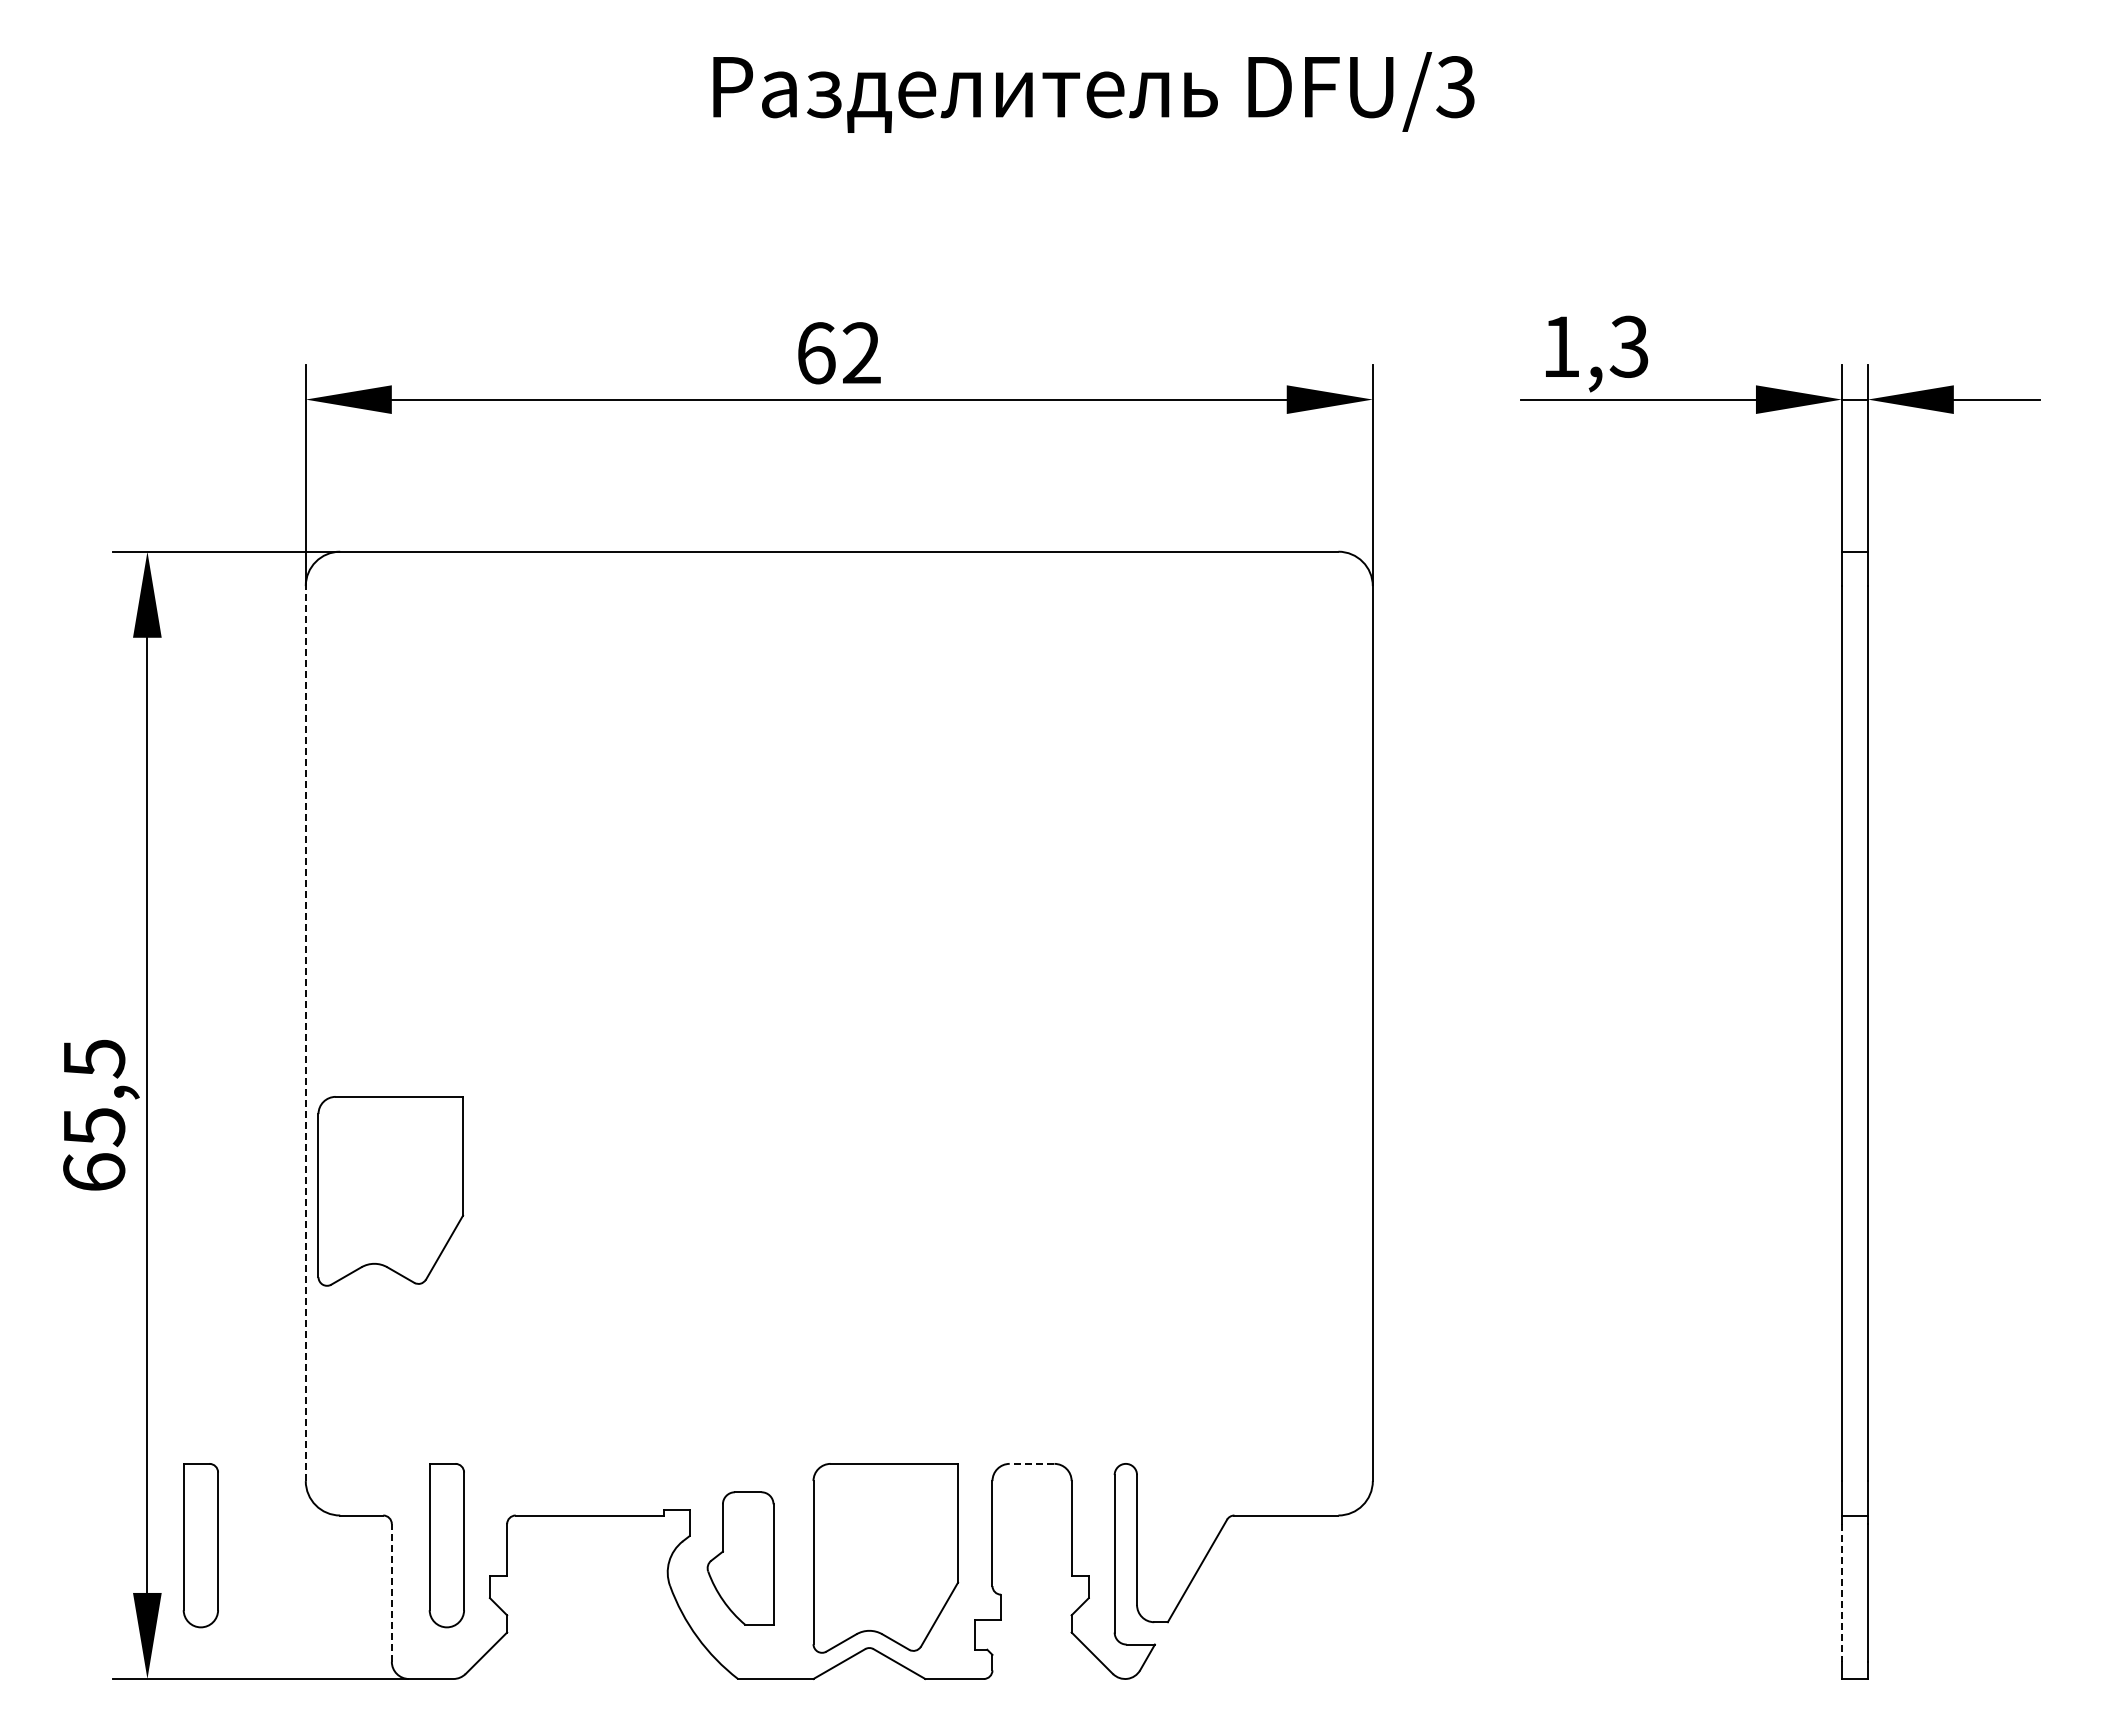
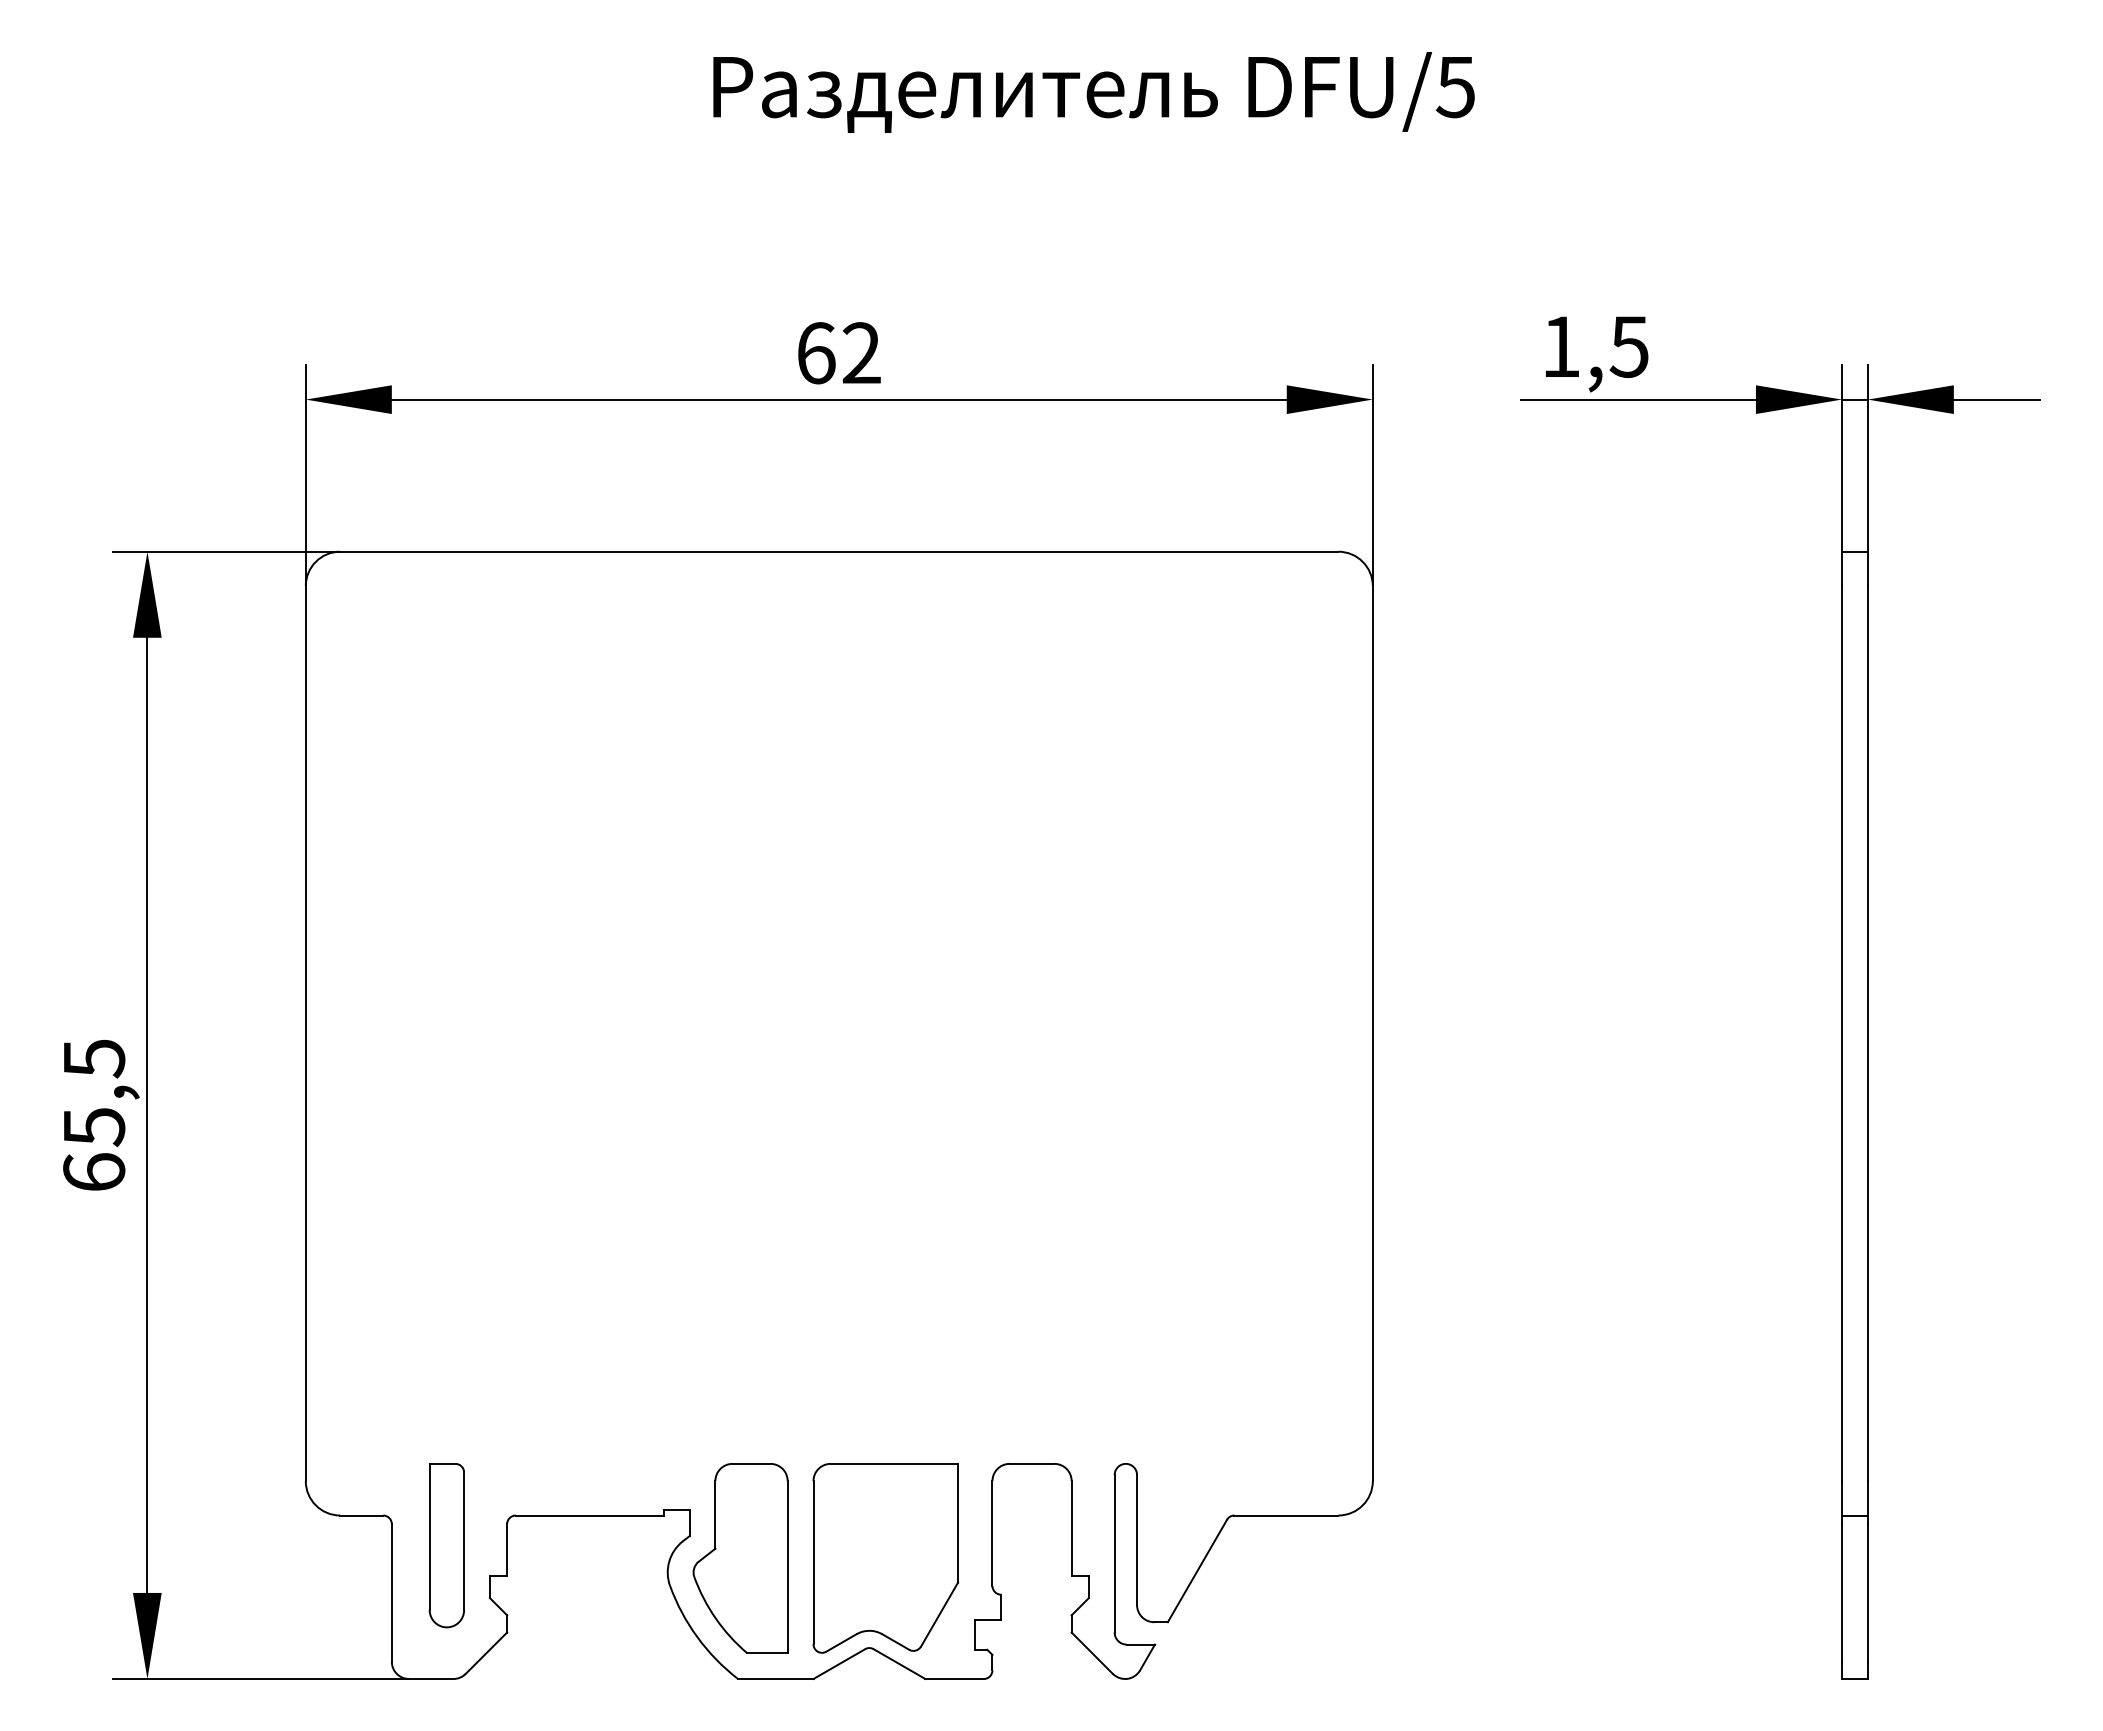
text at (1455, 86): DFU/3 -> DFU/5
text at (1628, 346): 1,3 -> 1,5
line at (305, 1033): dashed -> solid
part at (390, 1191): present -> none
line at (1031, 1463): dashed -> solid
part at (200, 1545): present -> none
part at (740, 1558) size: 69x135 px -> 97x191 px
line at (391, 1592): dashed -> solid
line at (1841, 1592): dashed -> solid
